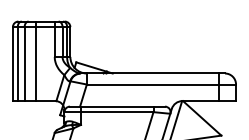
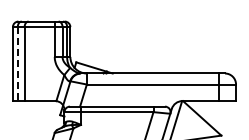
line at (36, 61): present -> none
line at (17, 64): solid -> dashed
